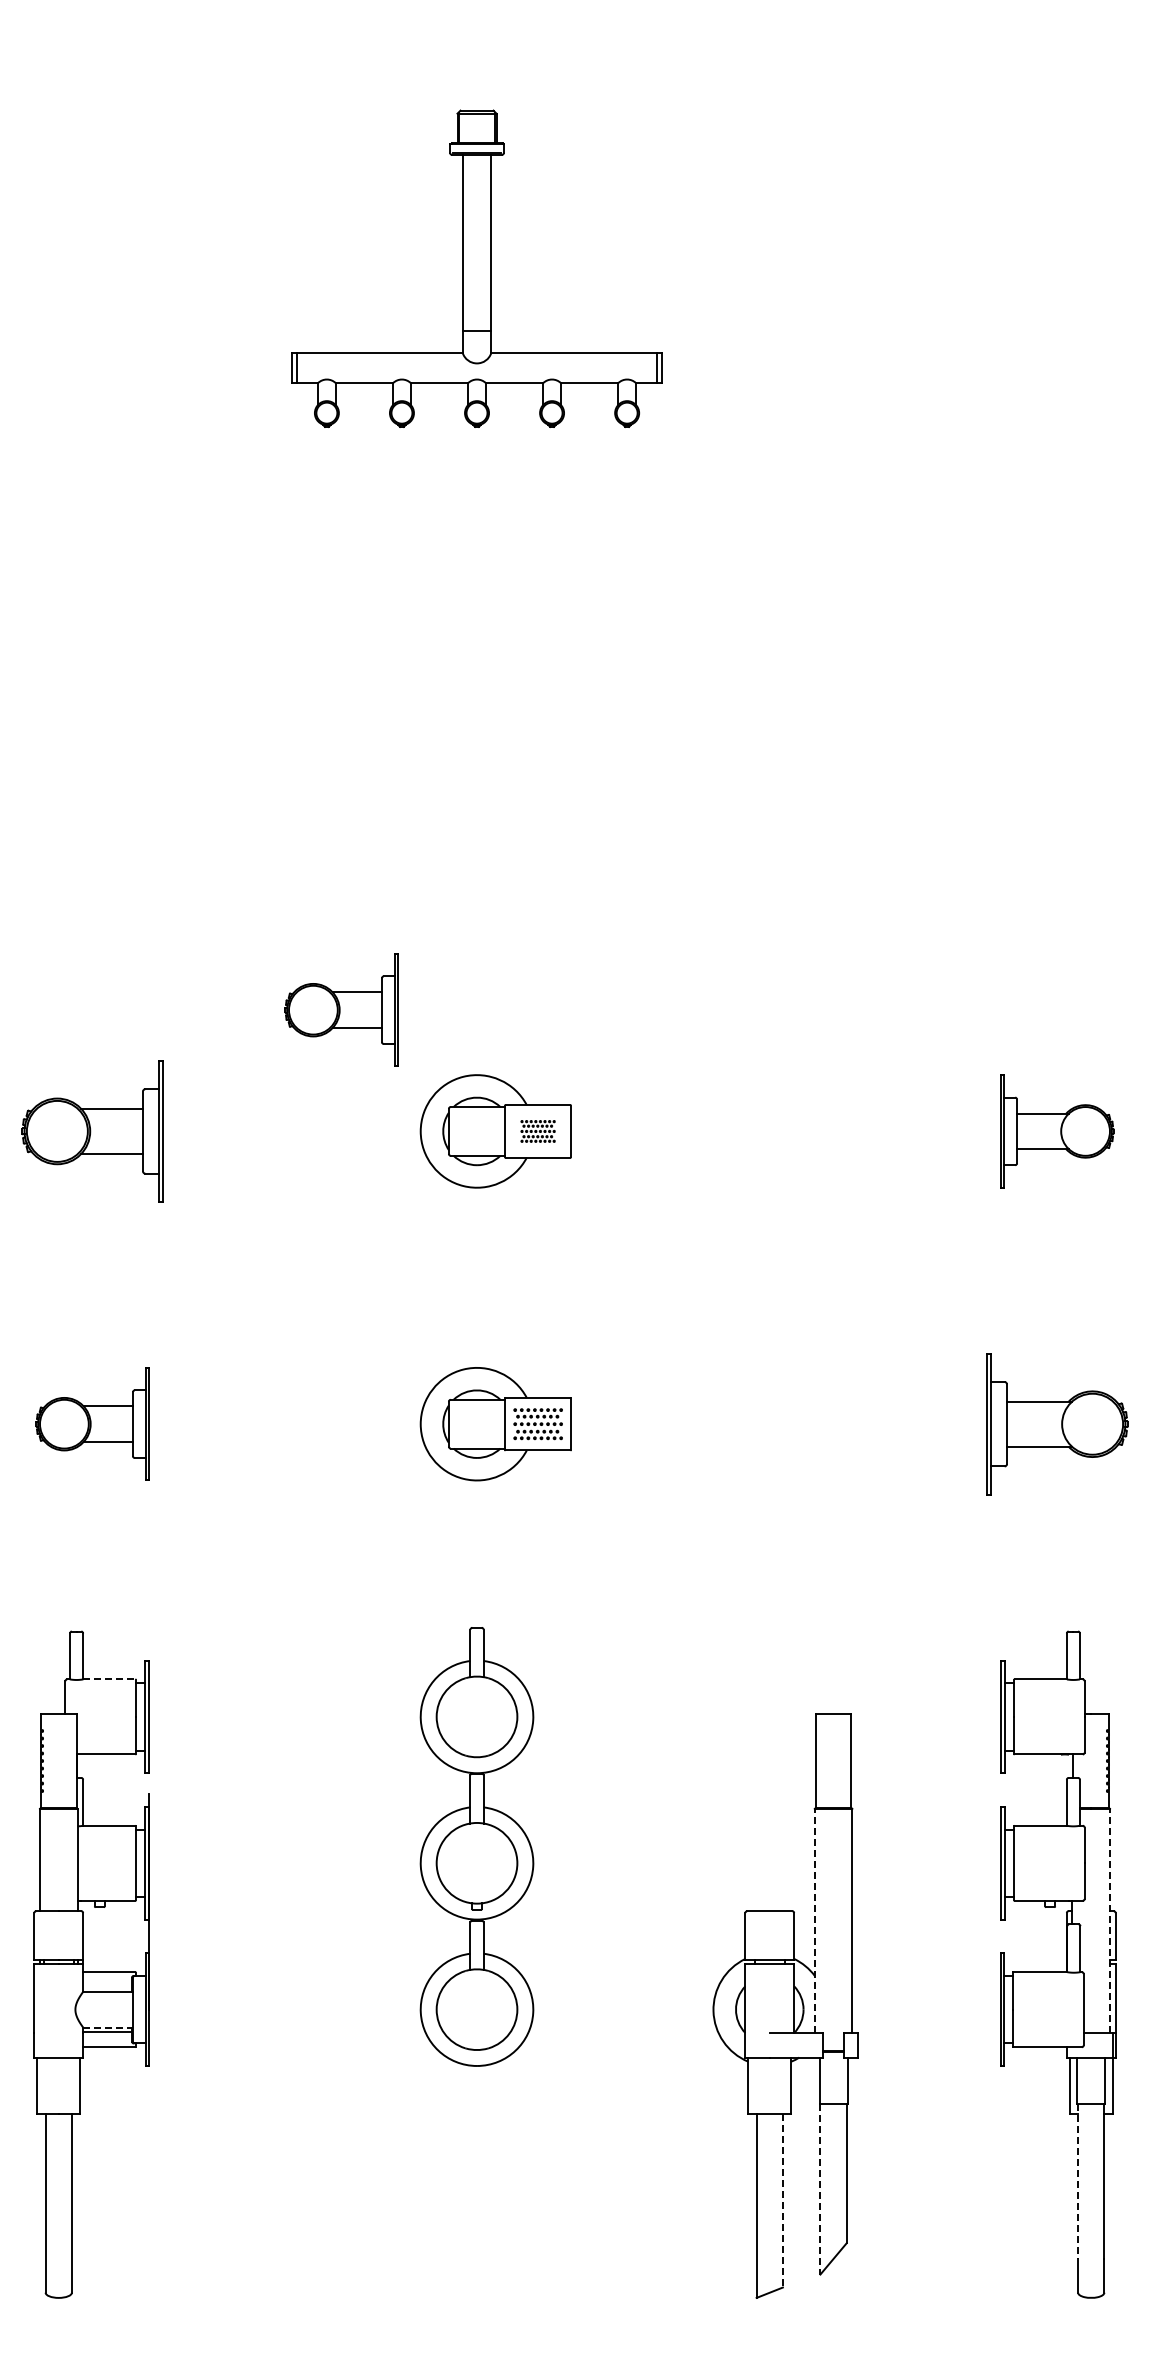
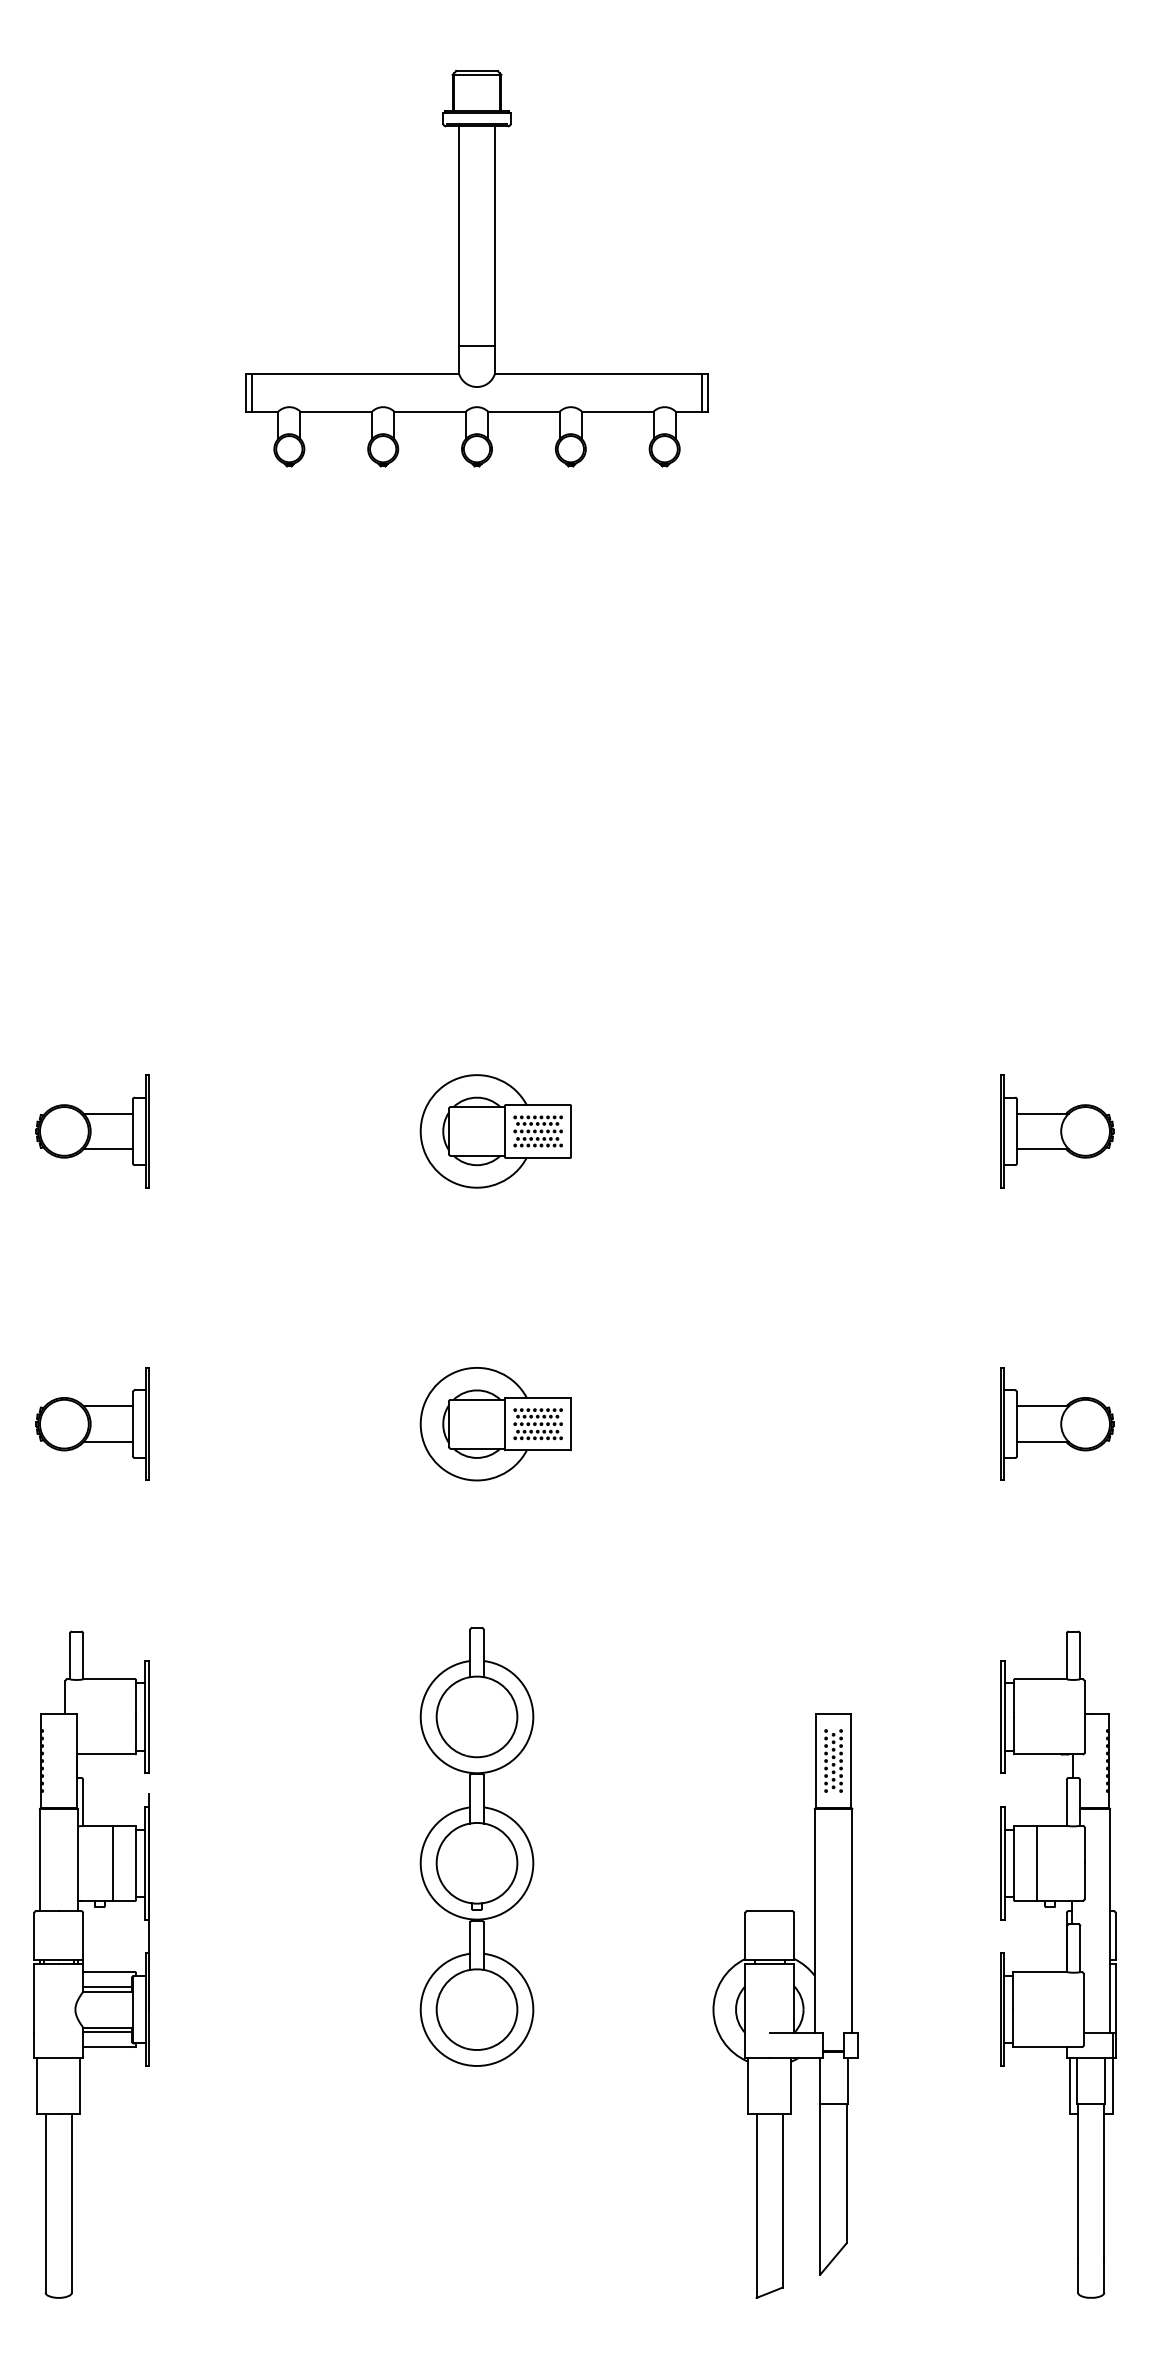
part at (476, 268) size: 372x319 px -> 464x398 px
part at (341, 1009): present -> none
part at (92, 1131) size: 143x143 px -> 115x115 px
part at (537, 1131) size: 36x23 px -> 50x33 px
part at (1057, 1424) size: 143x143 px -> 115x114 px
line at (109, 1679): dashed -> solid
part at (833, 1760): none -> present
line at (113, 1863): none -> present
line at (1036, 1863): none -> present
line at (814, 1920): dashed -> solid
line at (1109, 1920): dashed -> solid
line at (107, 1987): none -> present
line at (108, 2027): dashed -> solid
line at (1078, 2182): dashed -> solid
line at (820, 2189): dashed -> solid
line at (782, 2200): dashed -> solid
